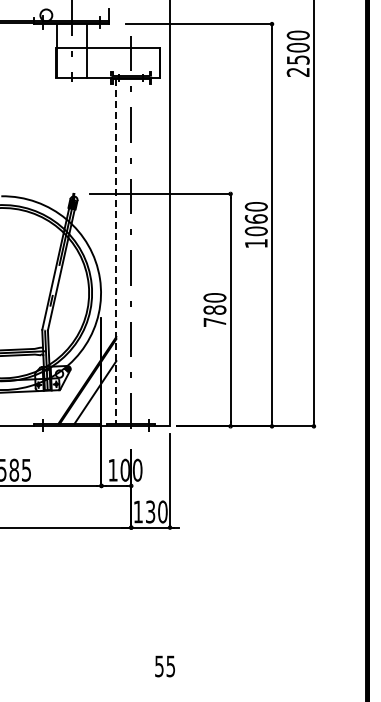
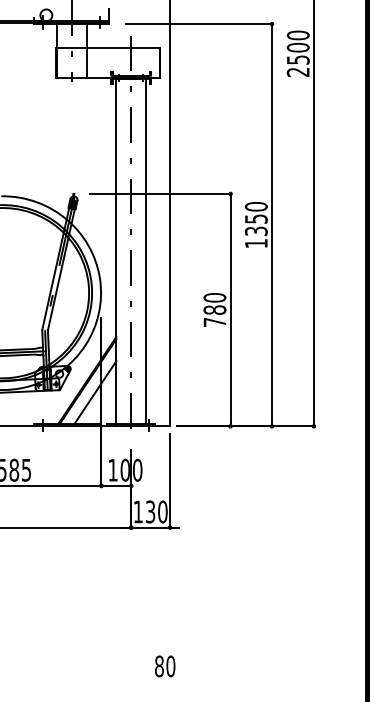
text at (255, 225): 1060 -> 1350
line at (116, 251): dashed -> solid
line at (146, 251): none -> present
text at (165, 666): 55 -> 80
